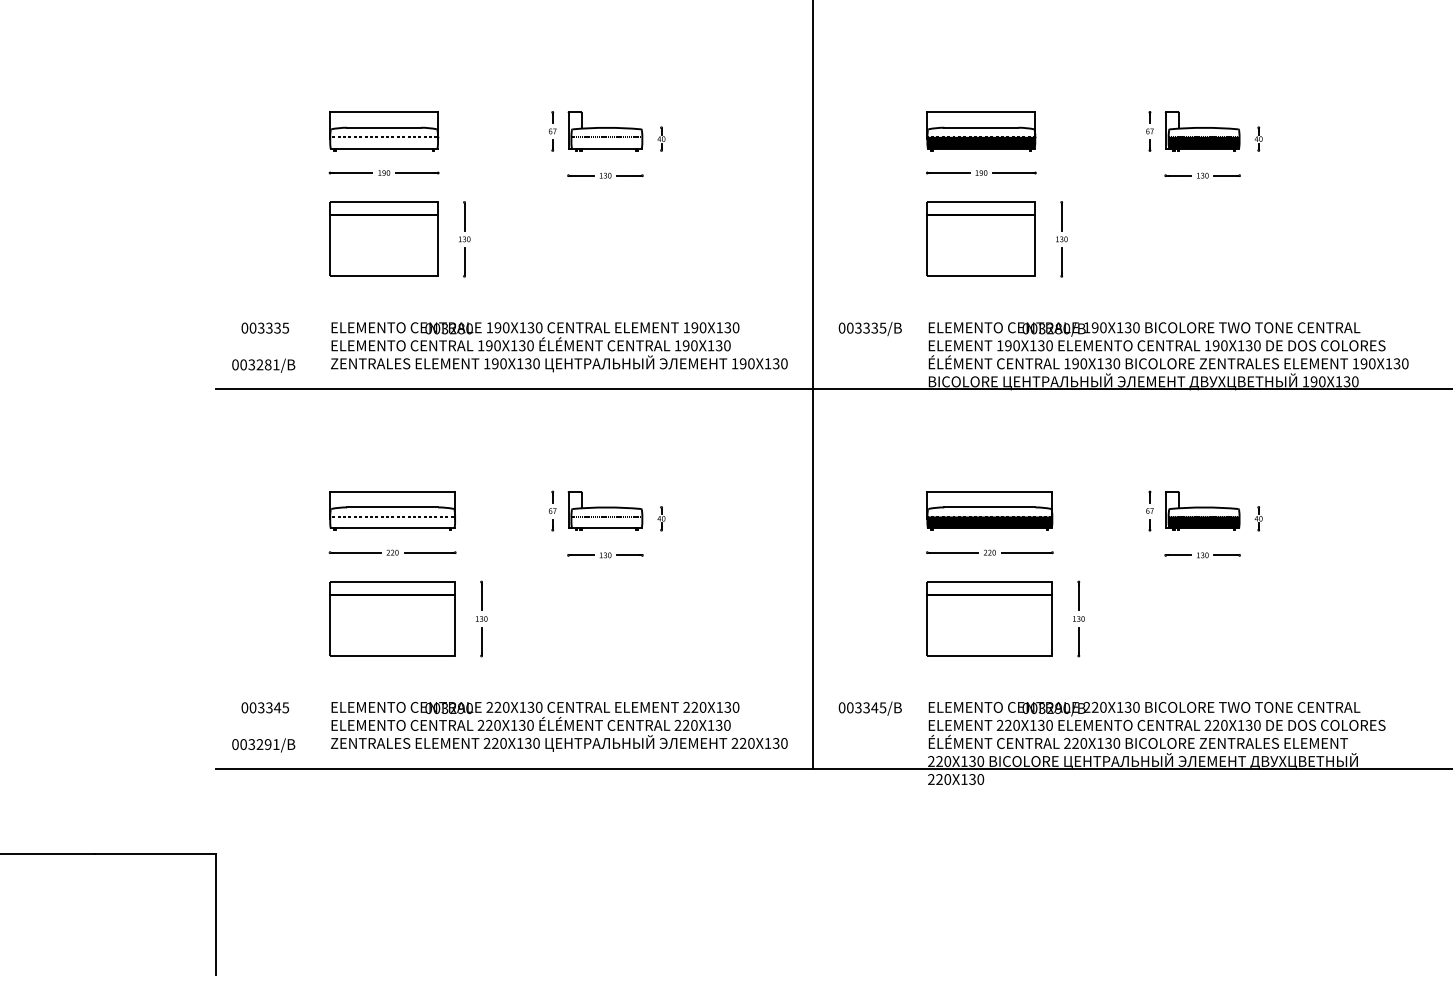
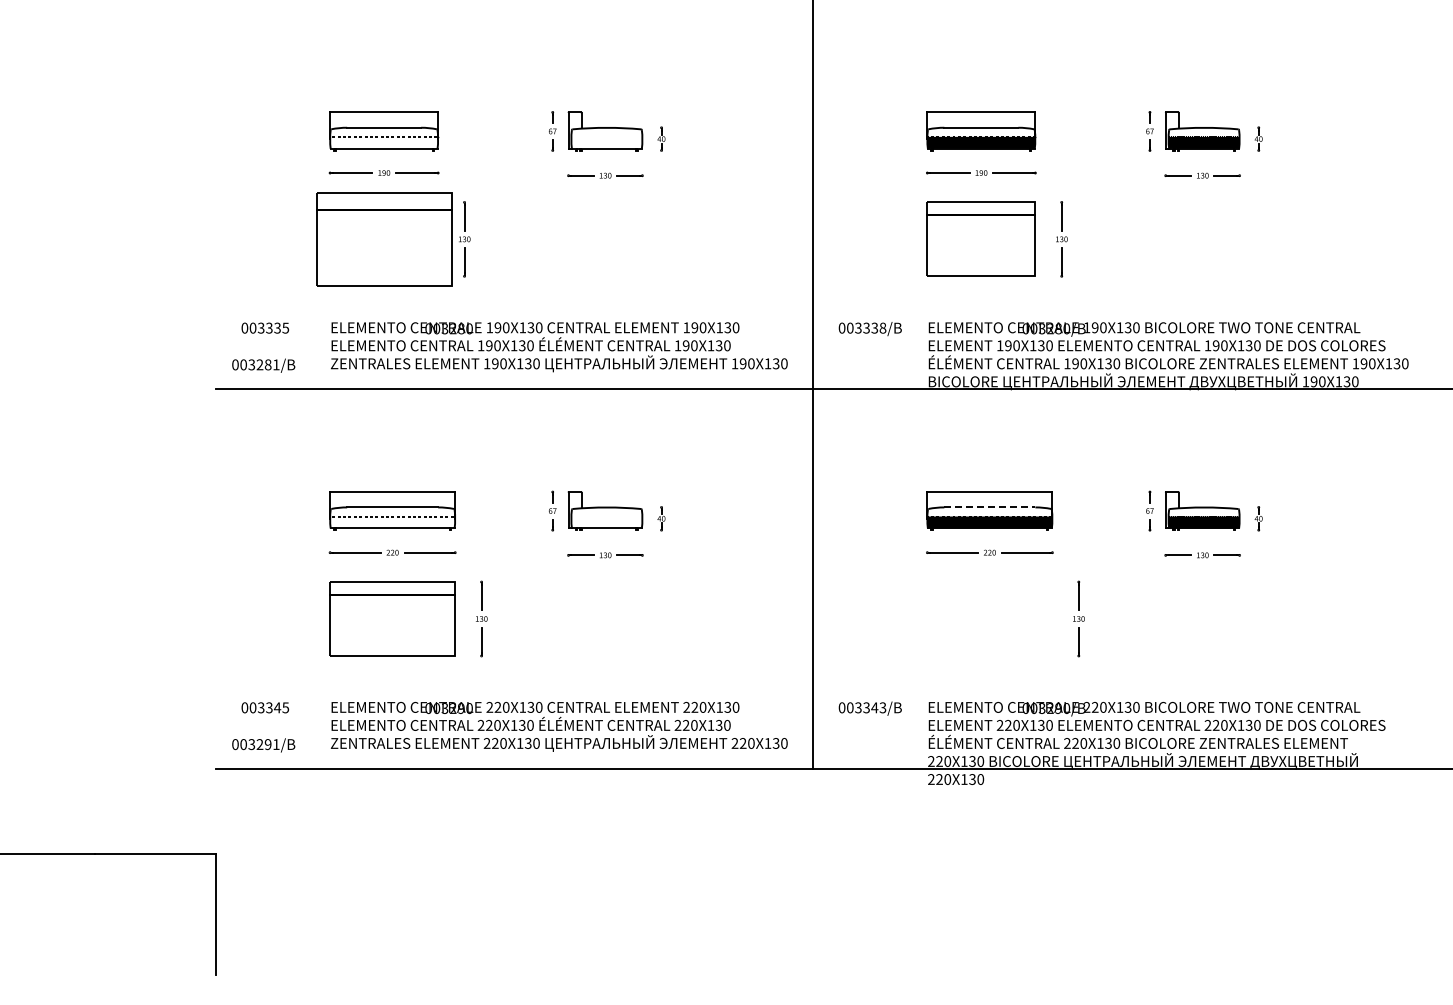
line at (606, 136): present -> none
part at (383, 238) size: 110x76 px -> 137x95 px
text at (882, 327): 003335/B -> 003338/B
line at (989, 507): solid -> dashed
line at (606, 516): present -> none
part at (989, 618): present -> none
text at (883, 707): 003345/B -> 003343/B
